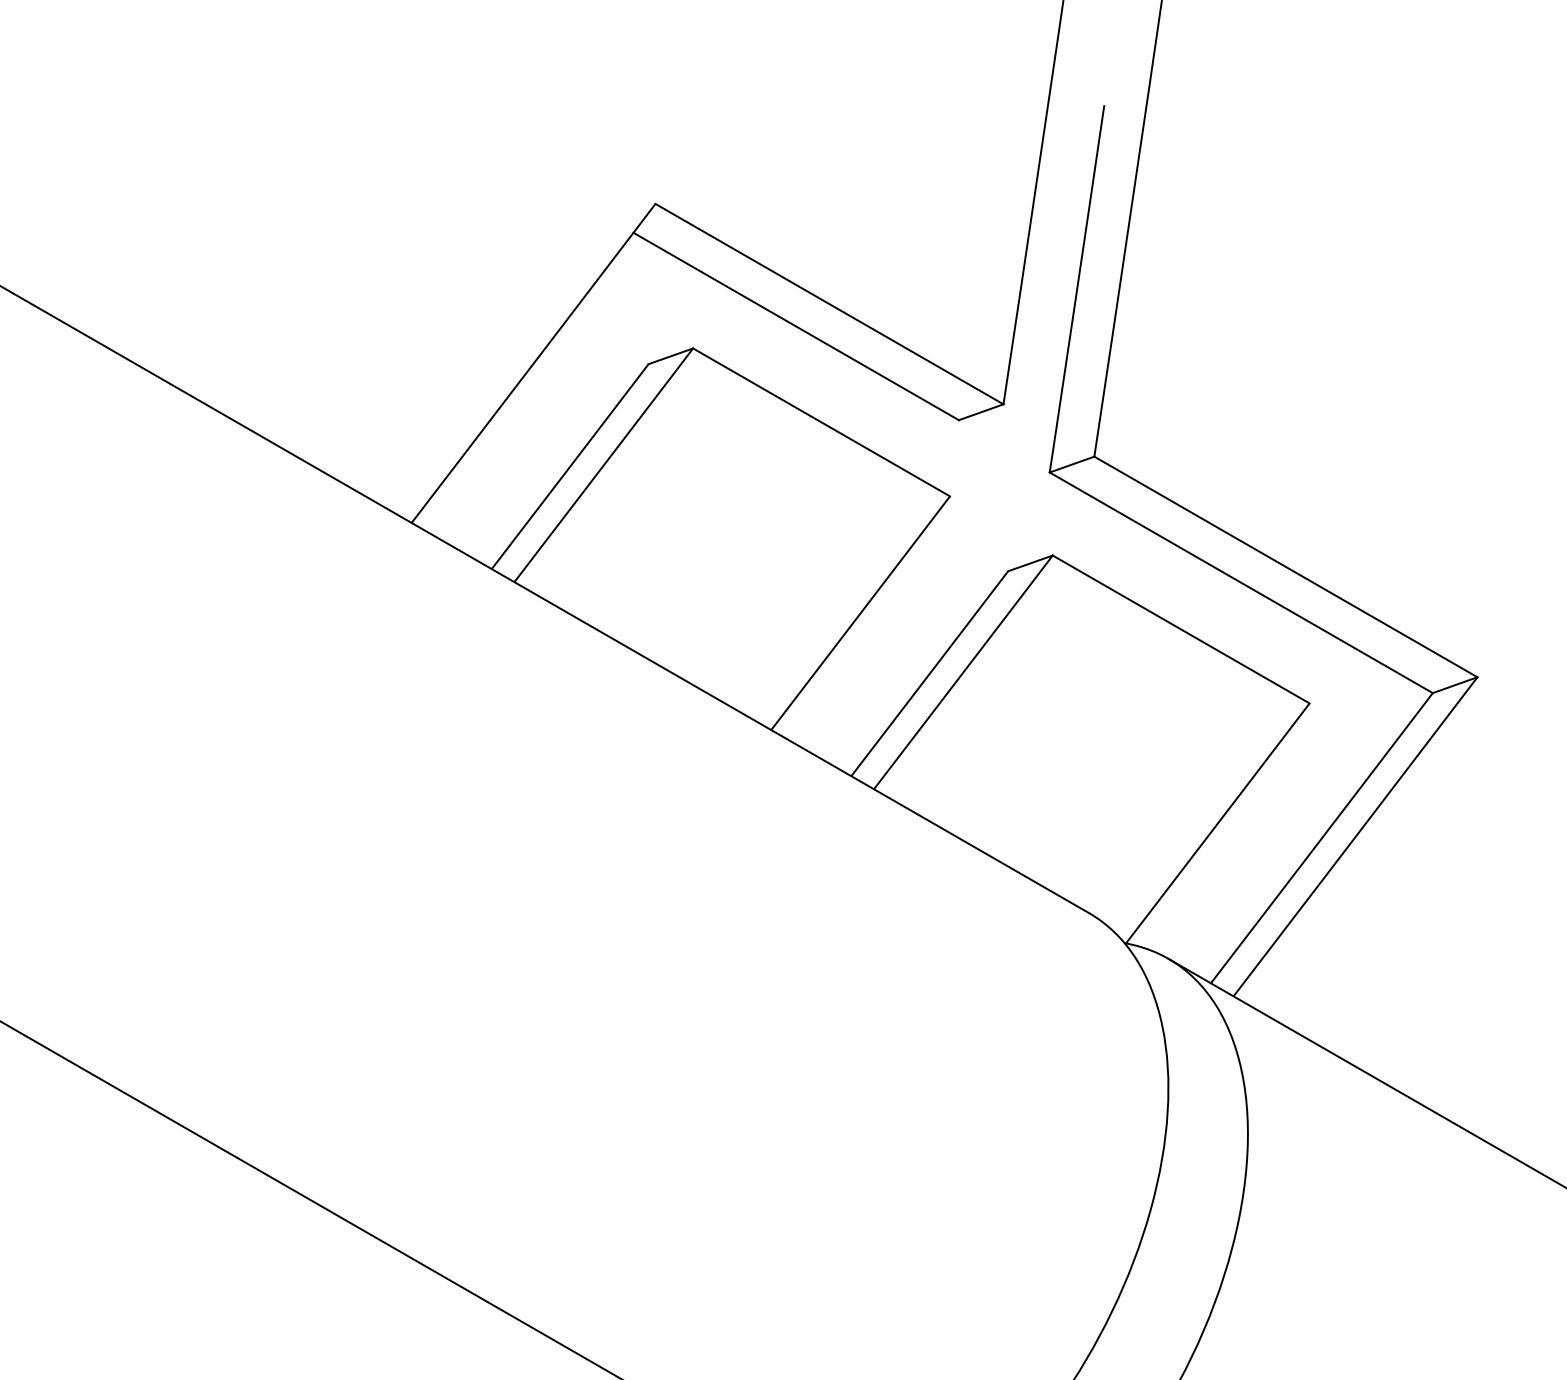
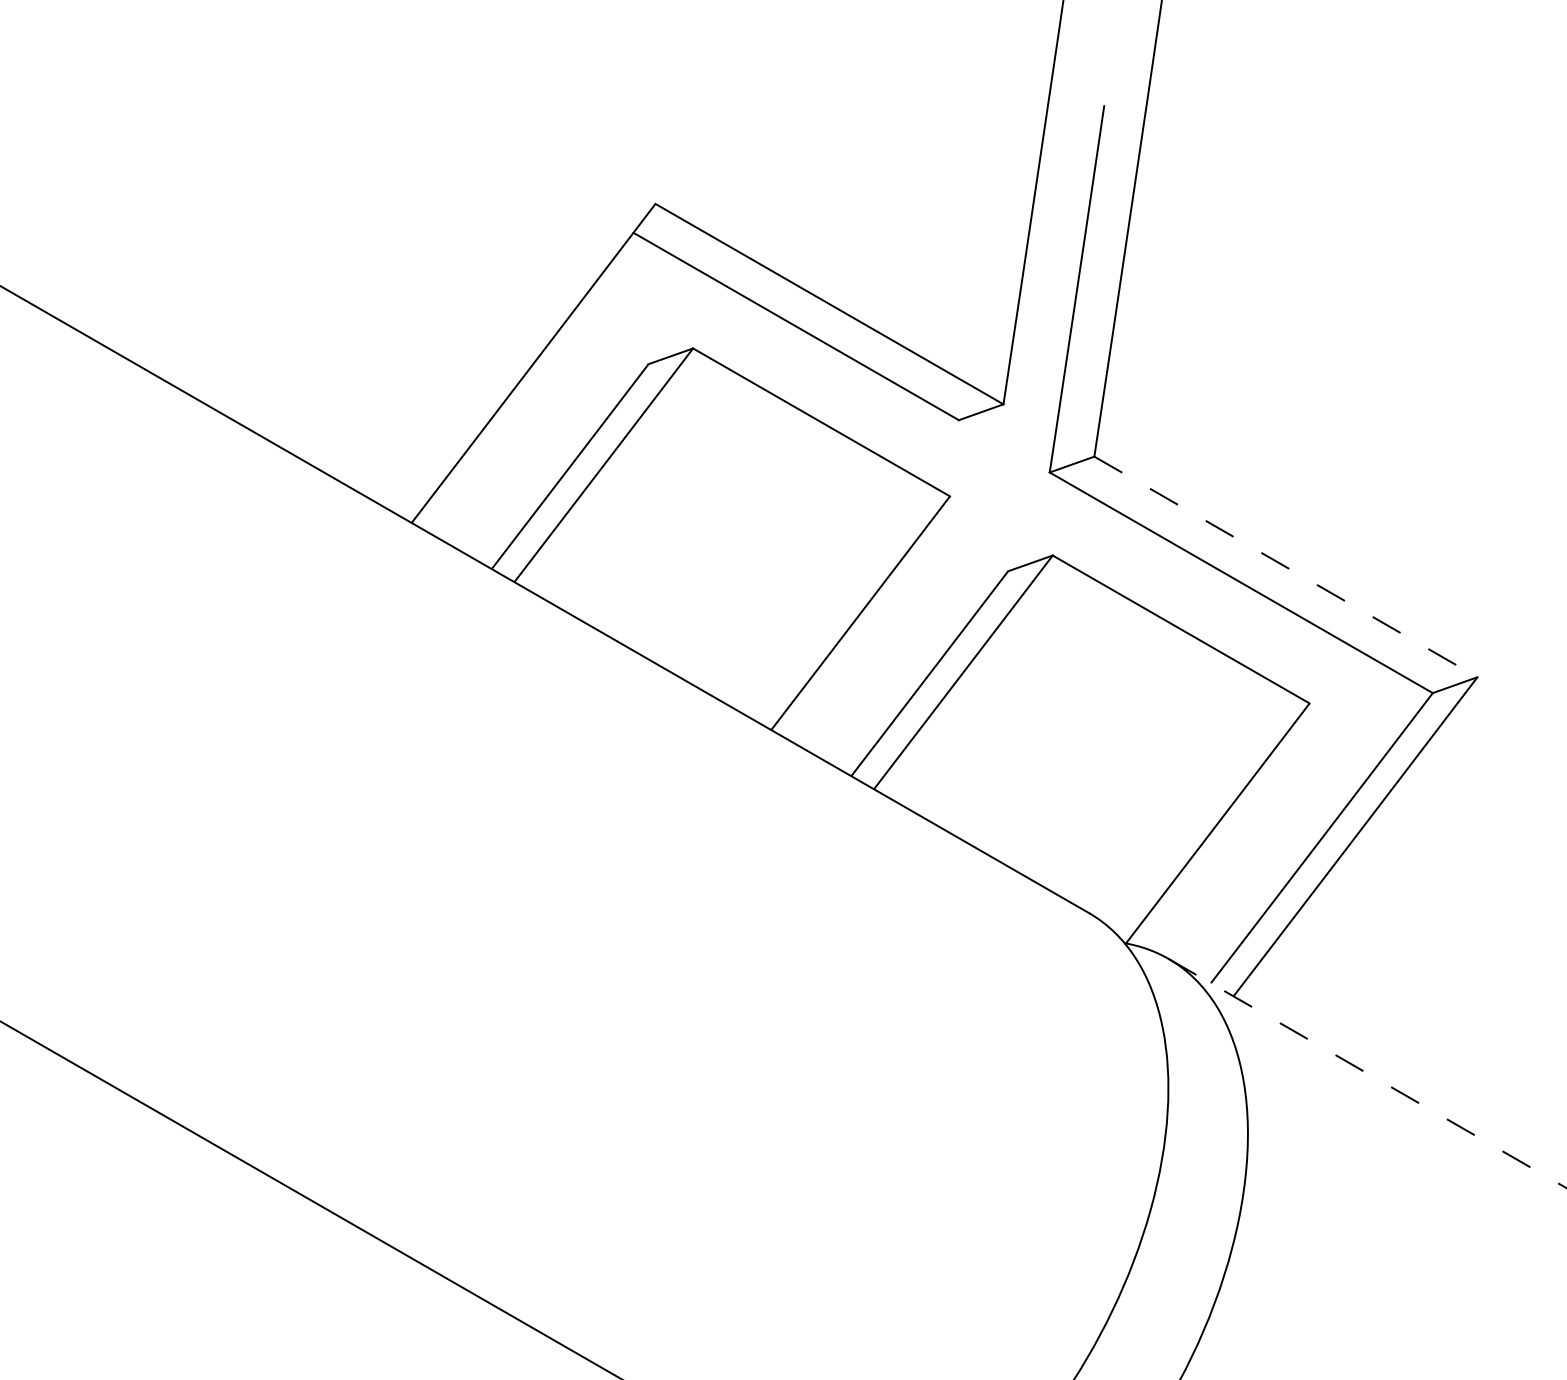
line at (1286, 567): solid -> dashed
line at (1367, 1073): solid -> dashed
